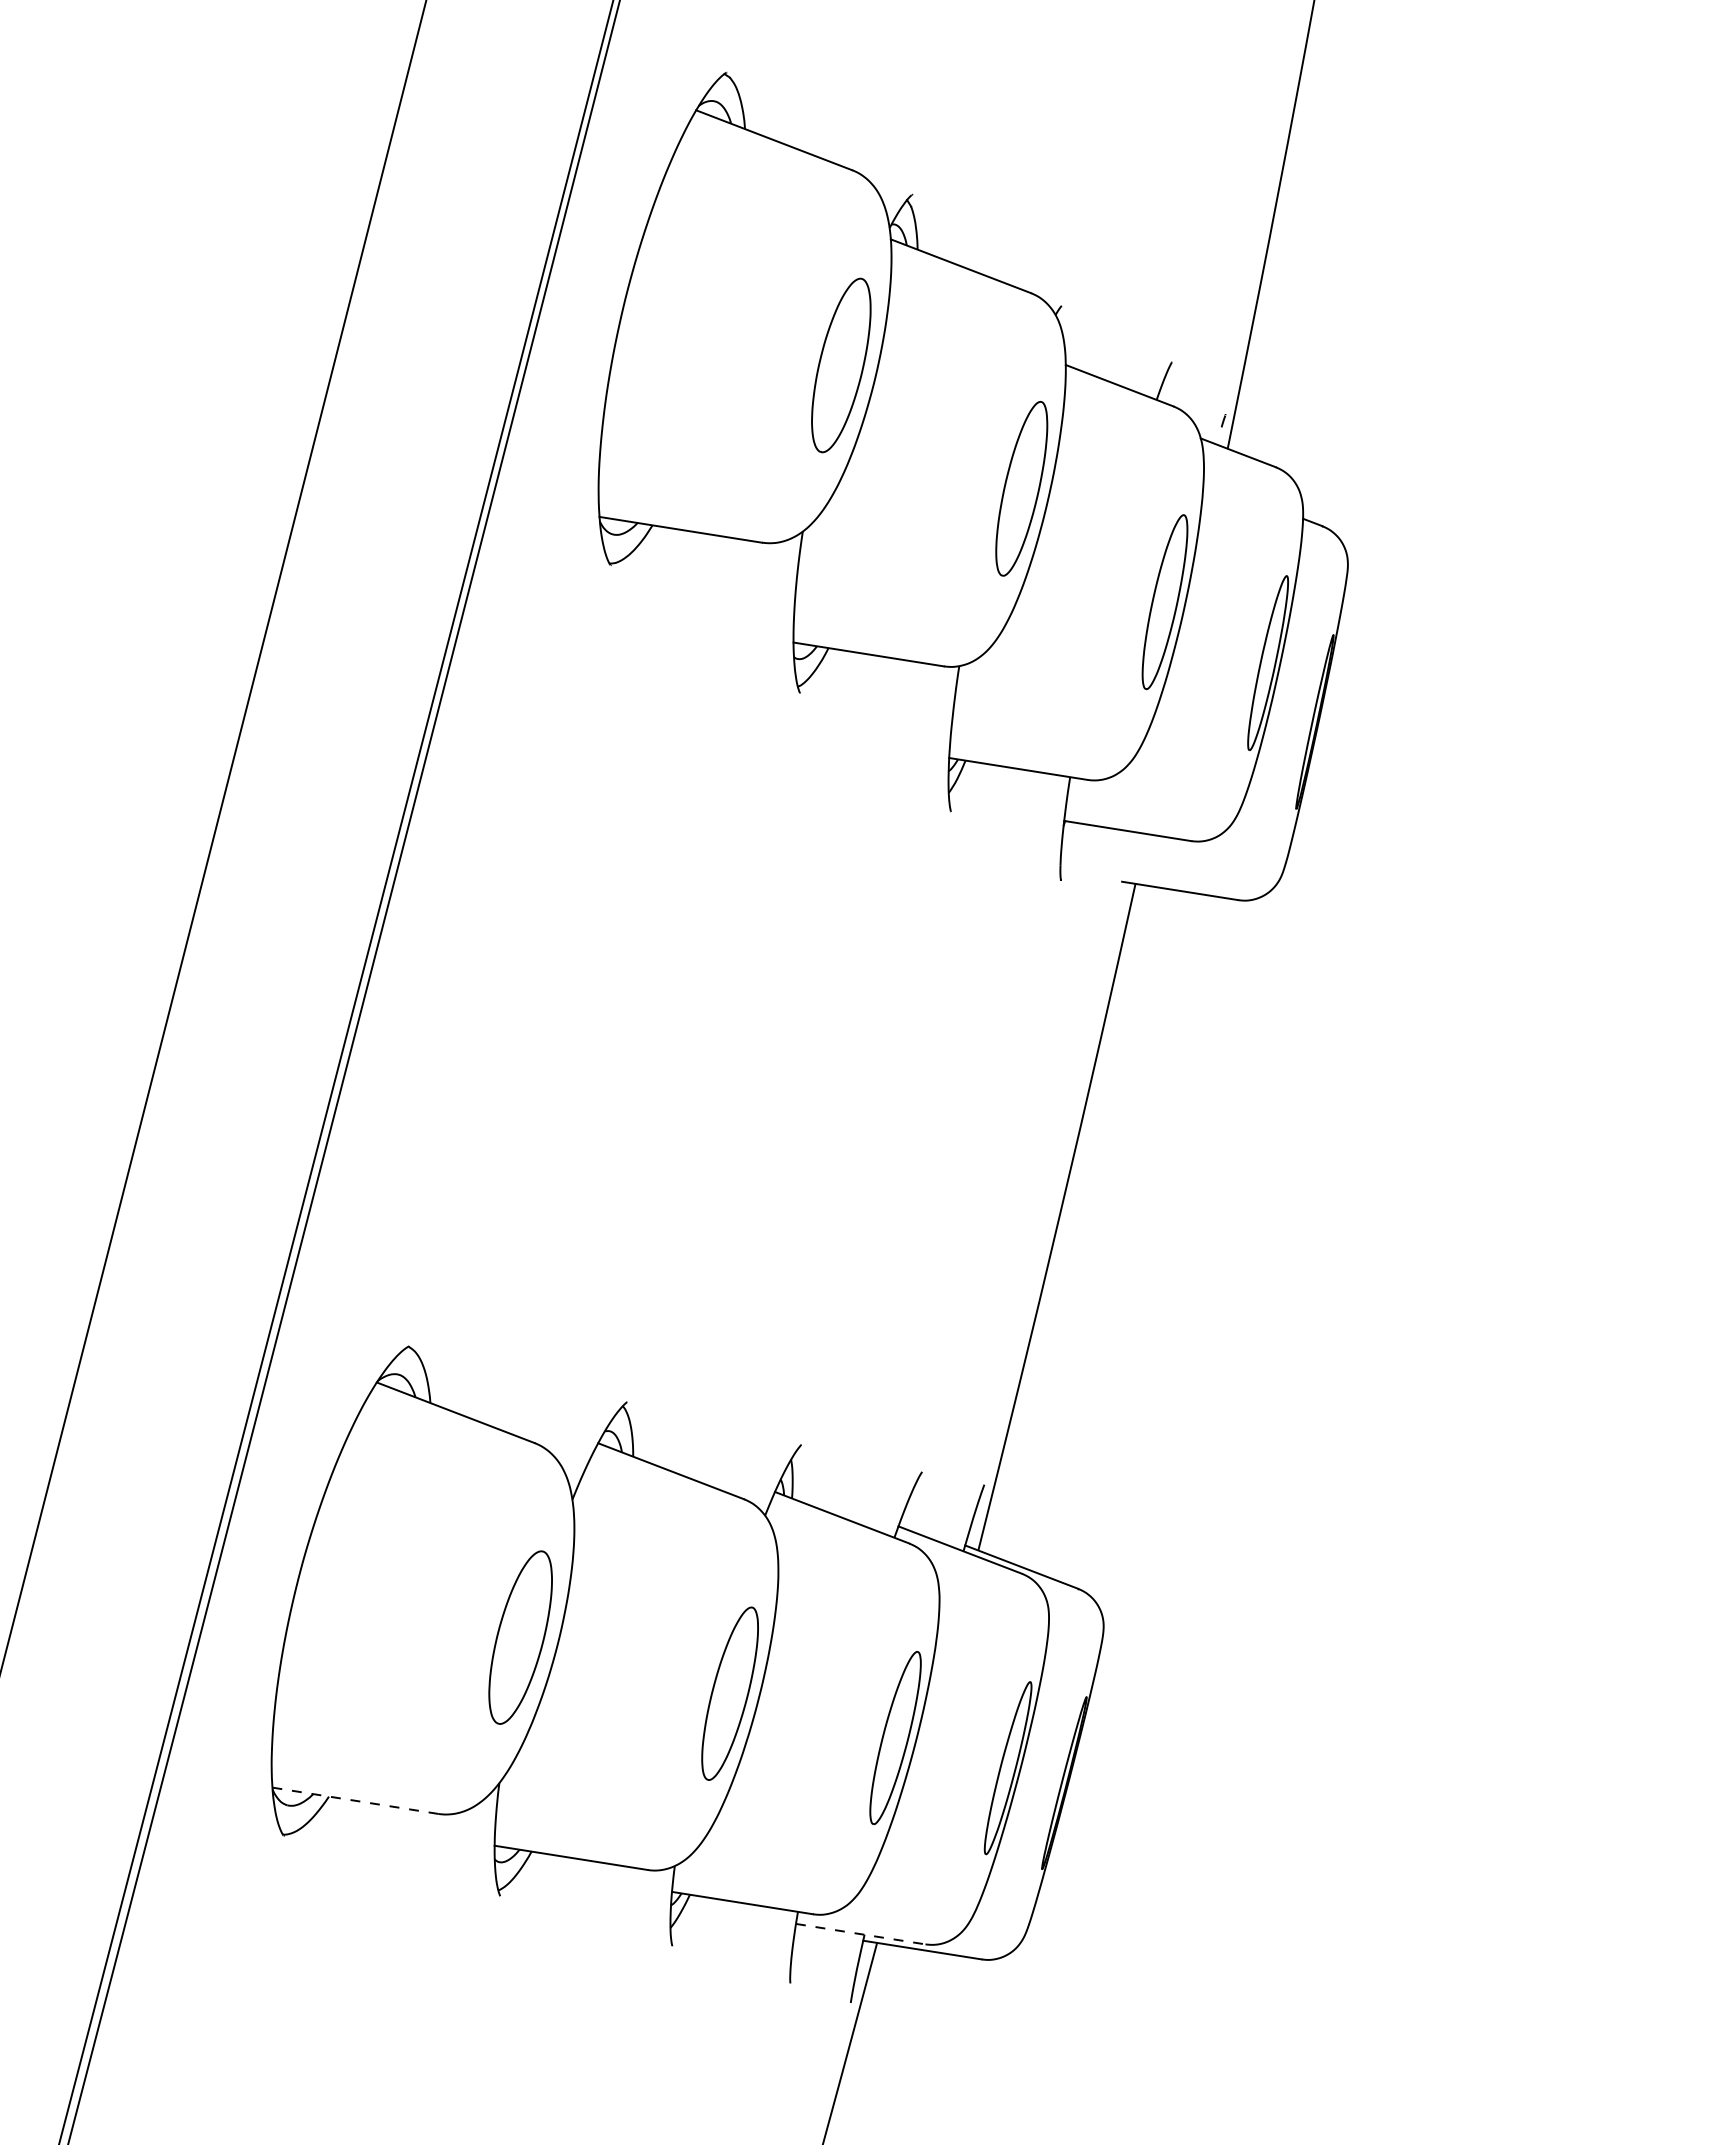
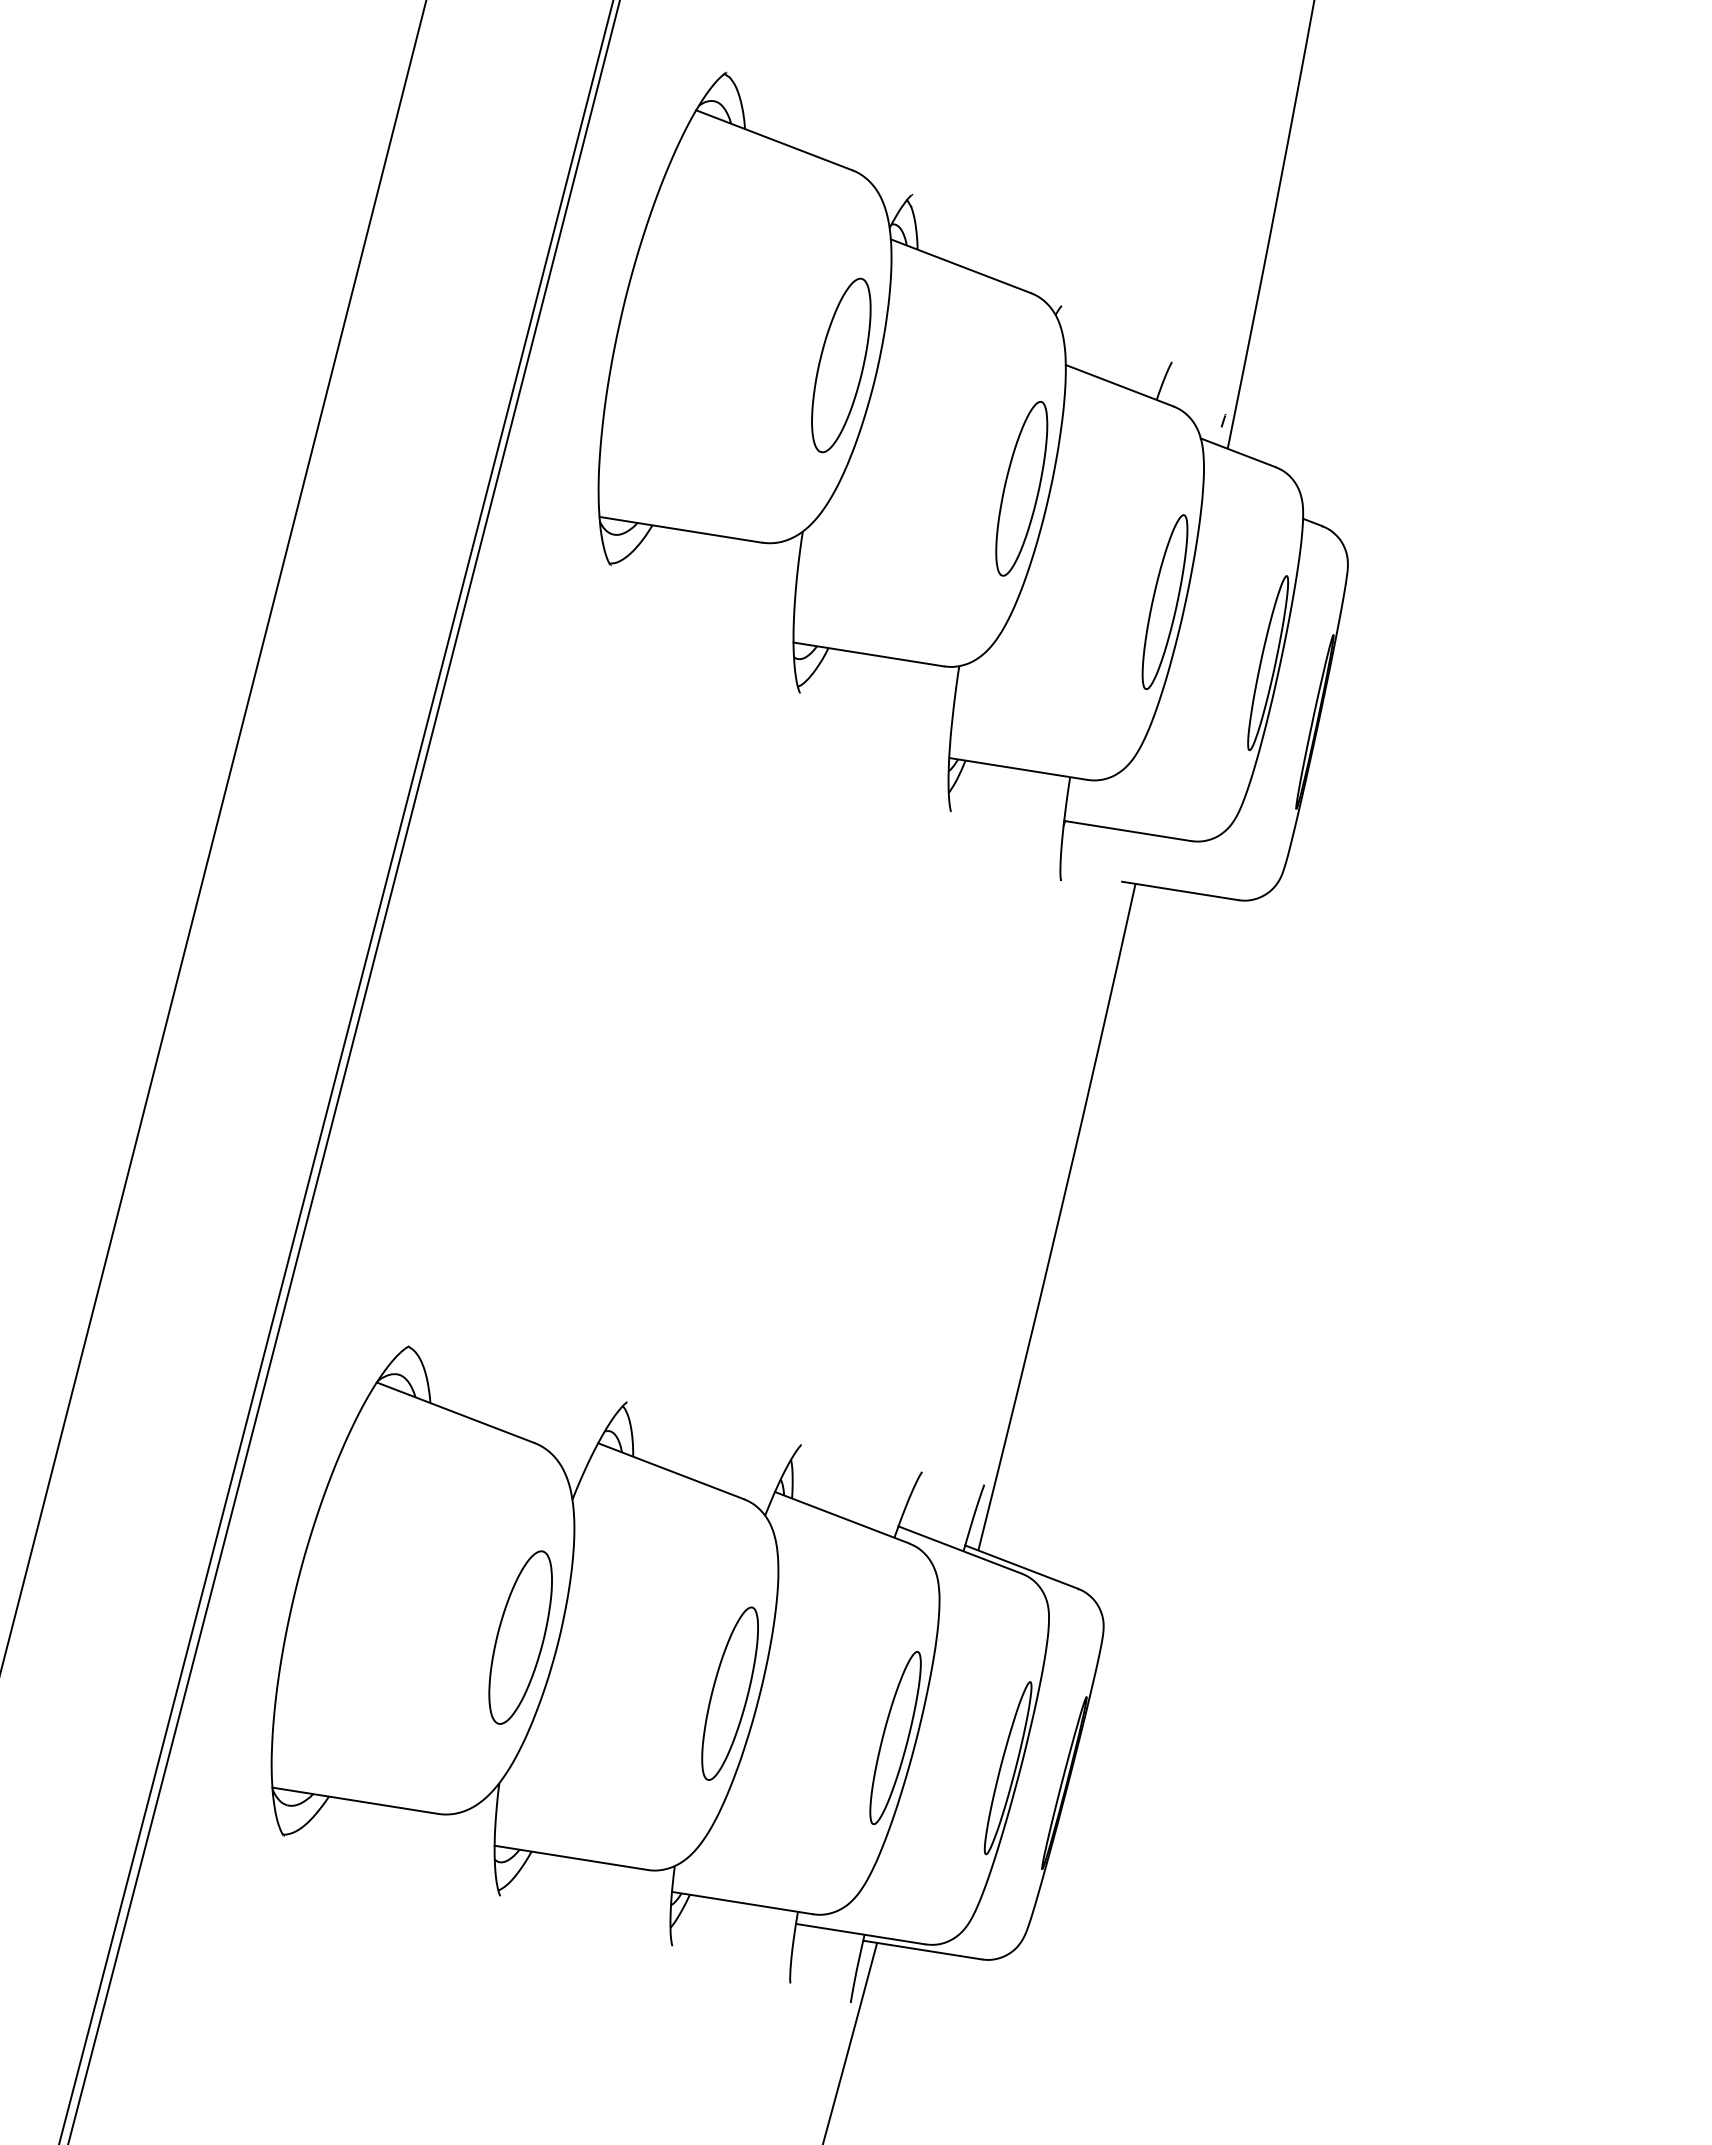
line at (355, 1800): dashed -> solid
line at (860, 1934): dashed -> solid
